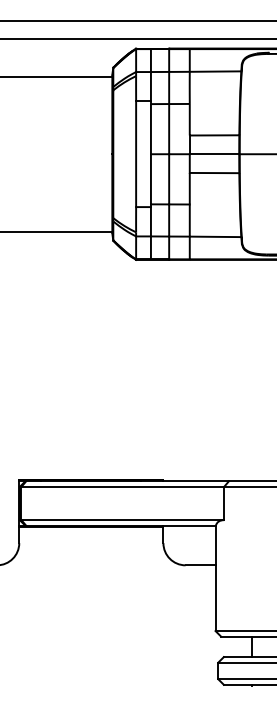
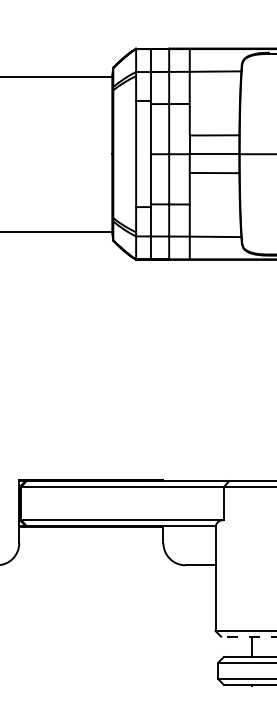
line at (137, 21): present -> none
line at (137, 39): present -> none
line at (248, 636): solid -> dashed
